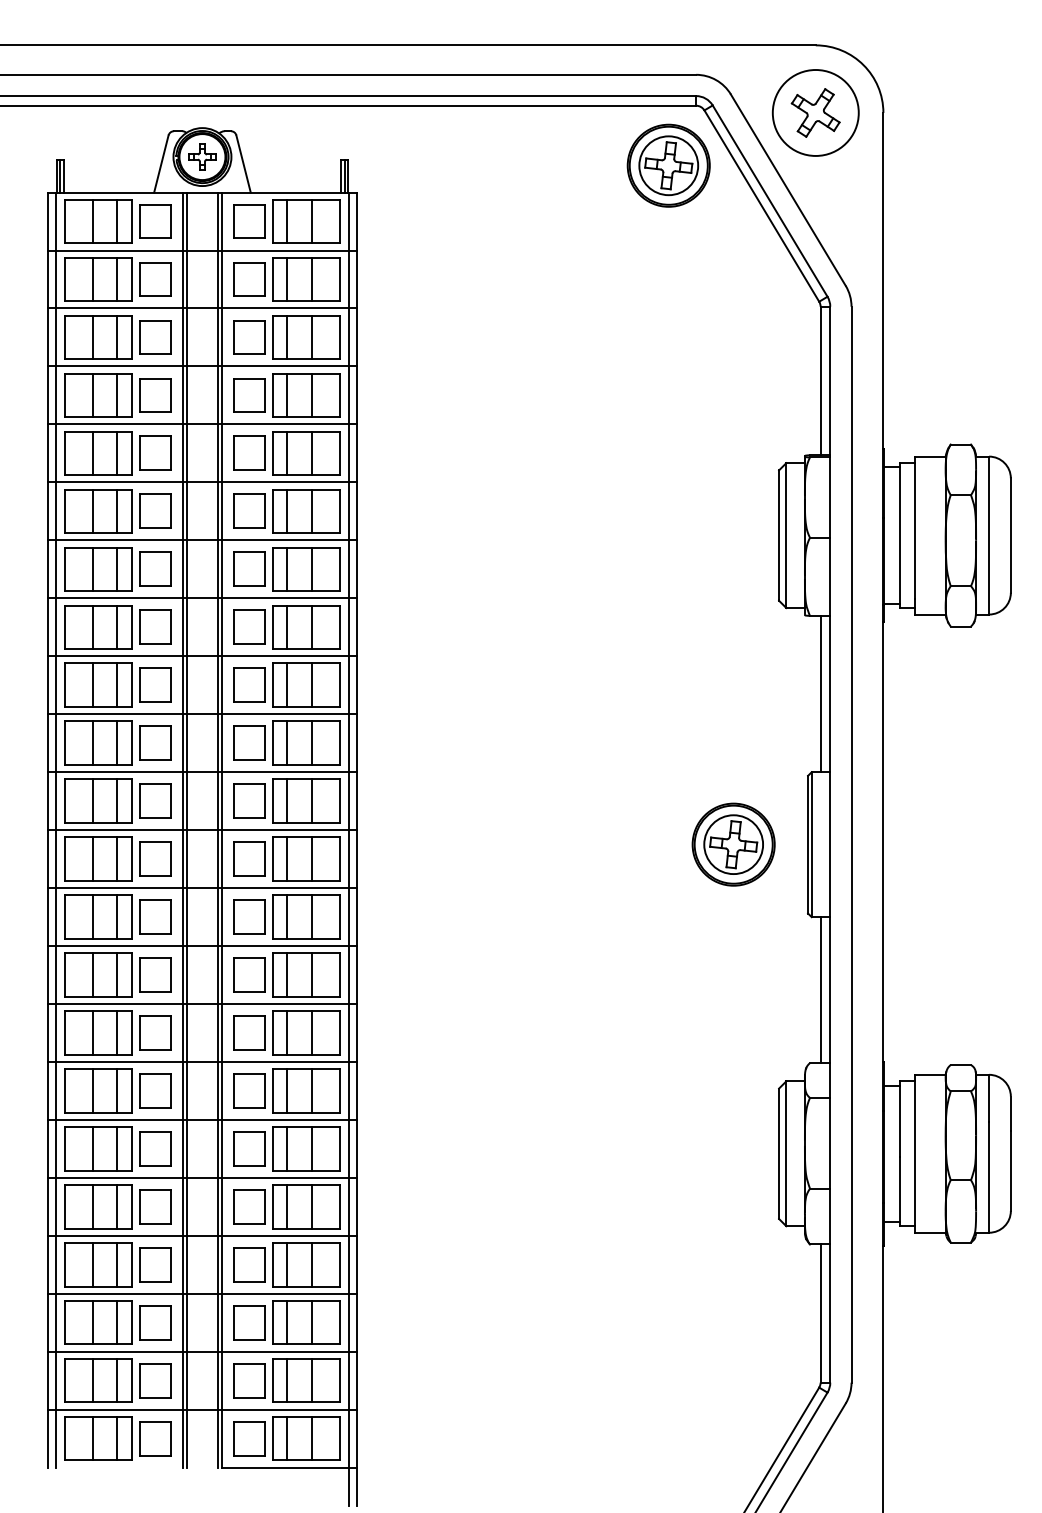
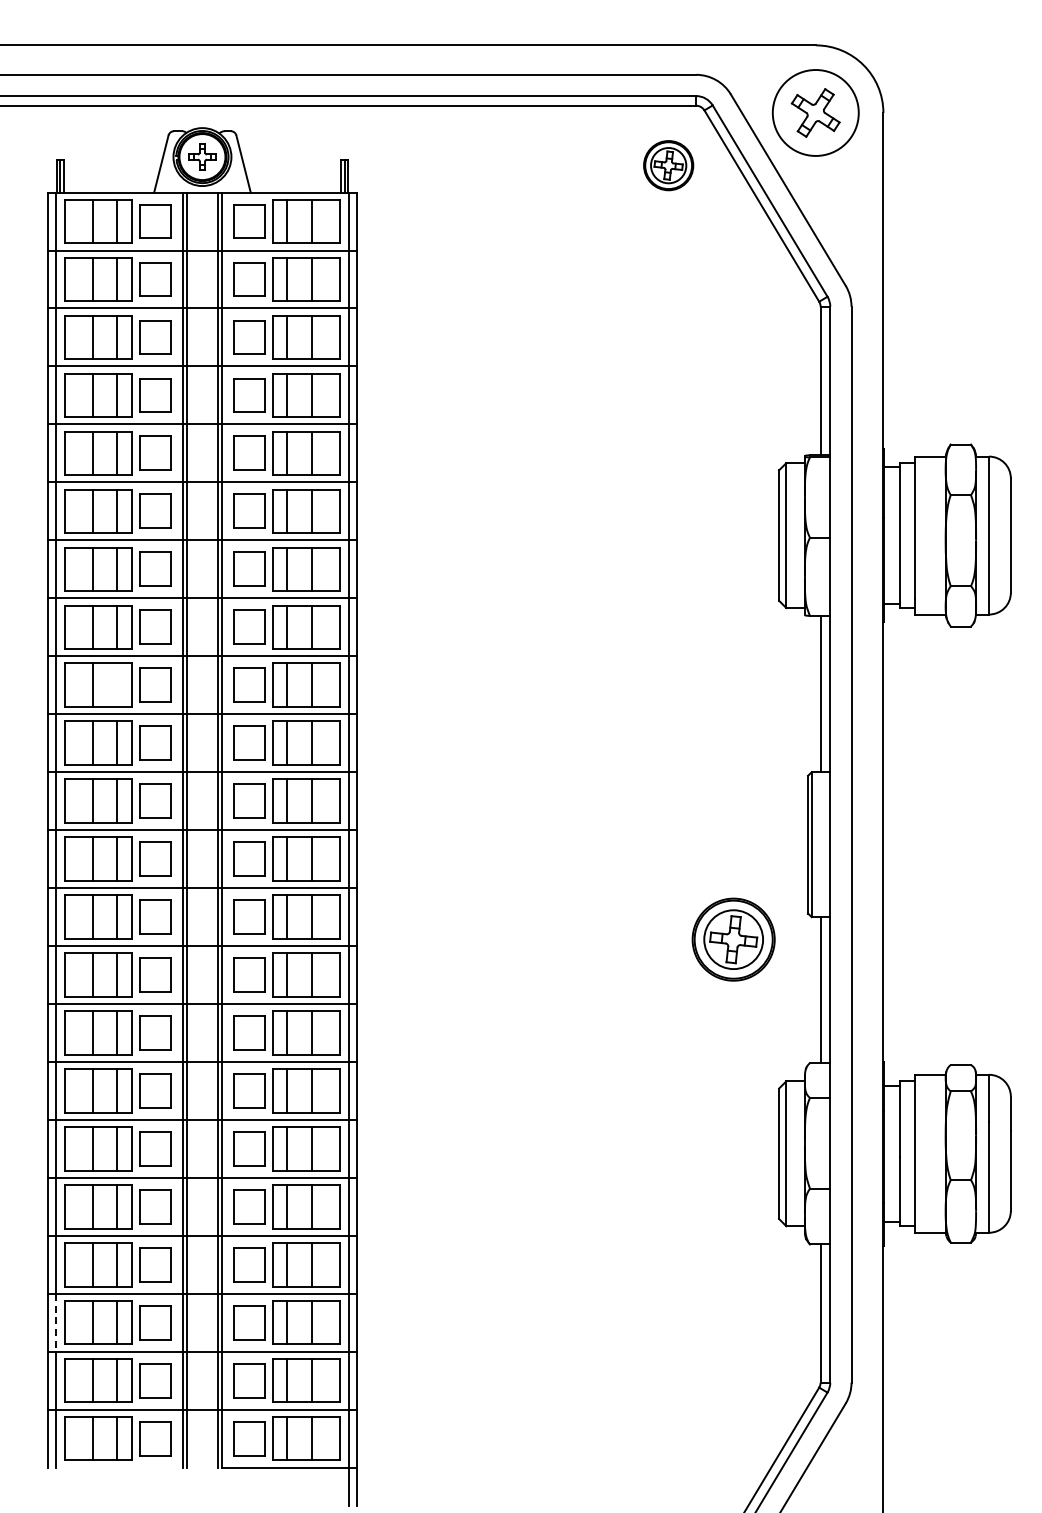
part at (668, 165) size: 85x85 px -> 52x52 px
line at (117, 684): present -> none
part at (733, 844) position: (733, 844) -> (733, 939)
line at (55, 1322): solid -> dashed
